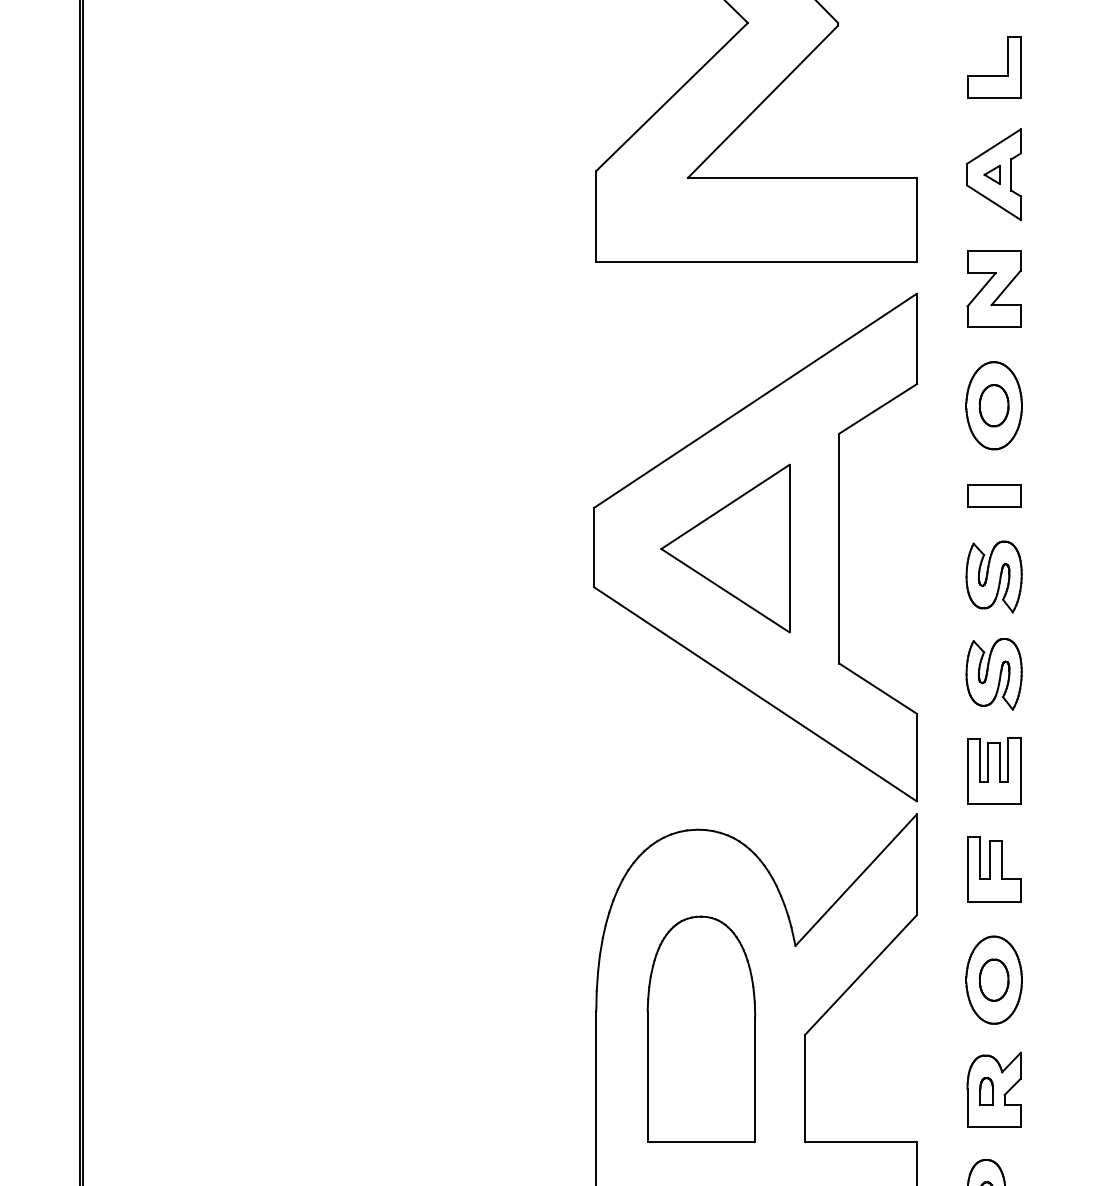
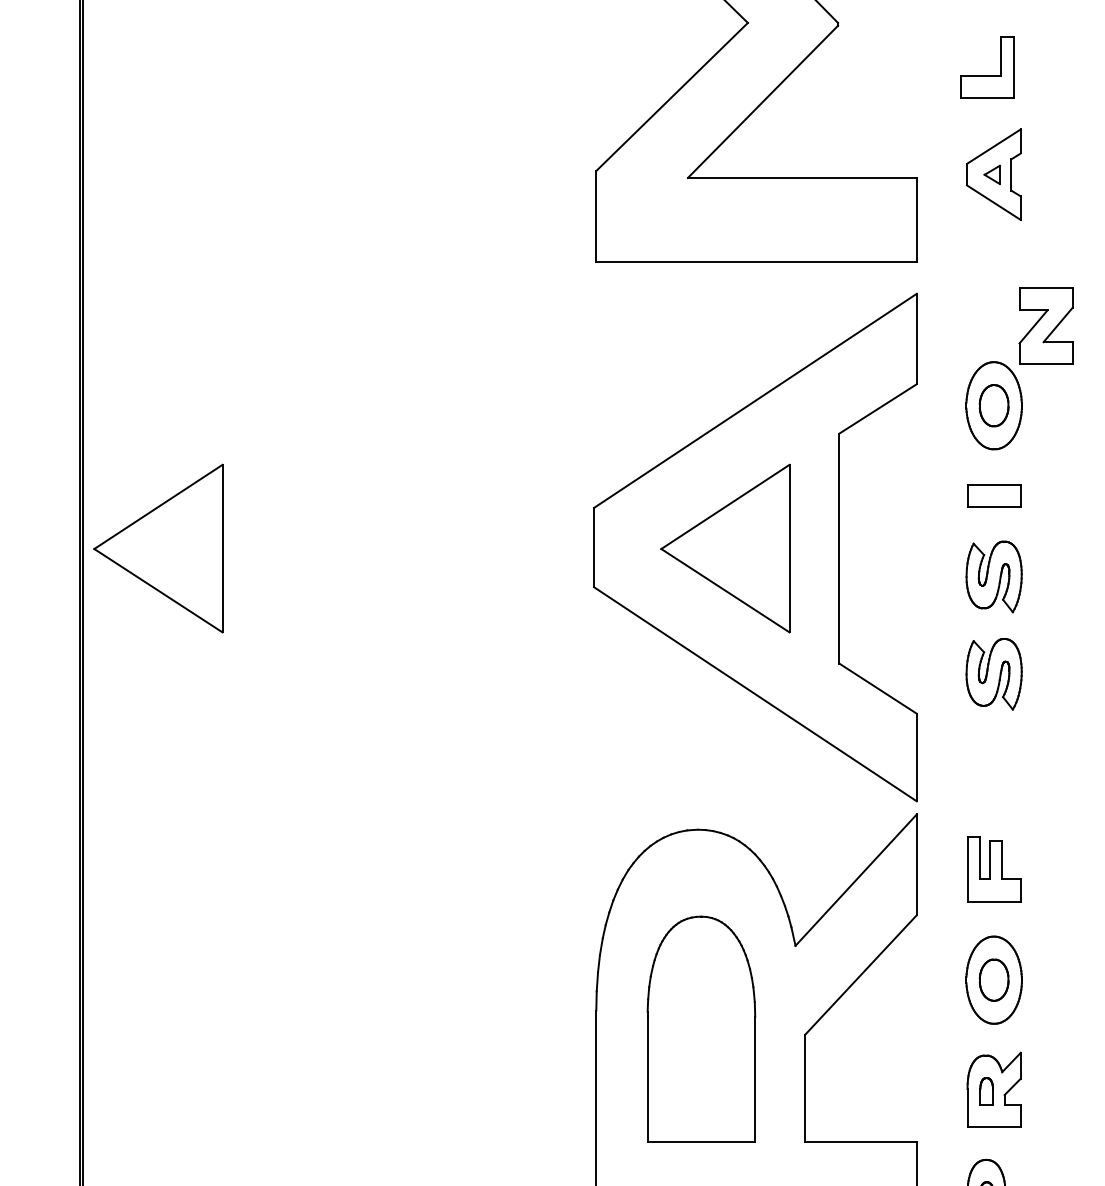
part at (994, 75) position: (994, 75) -> (987, 75)
part at (993, 288) position: (993, 288) -> (1045, 325)
part at (158, 548): none -> present
part at (994, 770): present -> none
